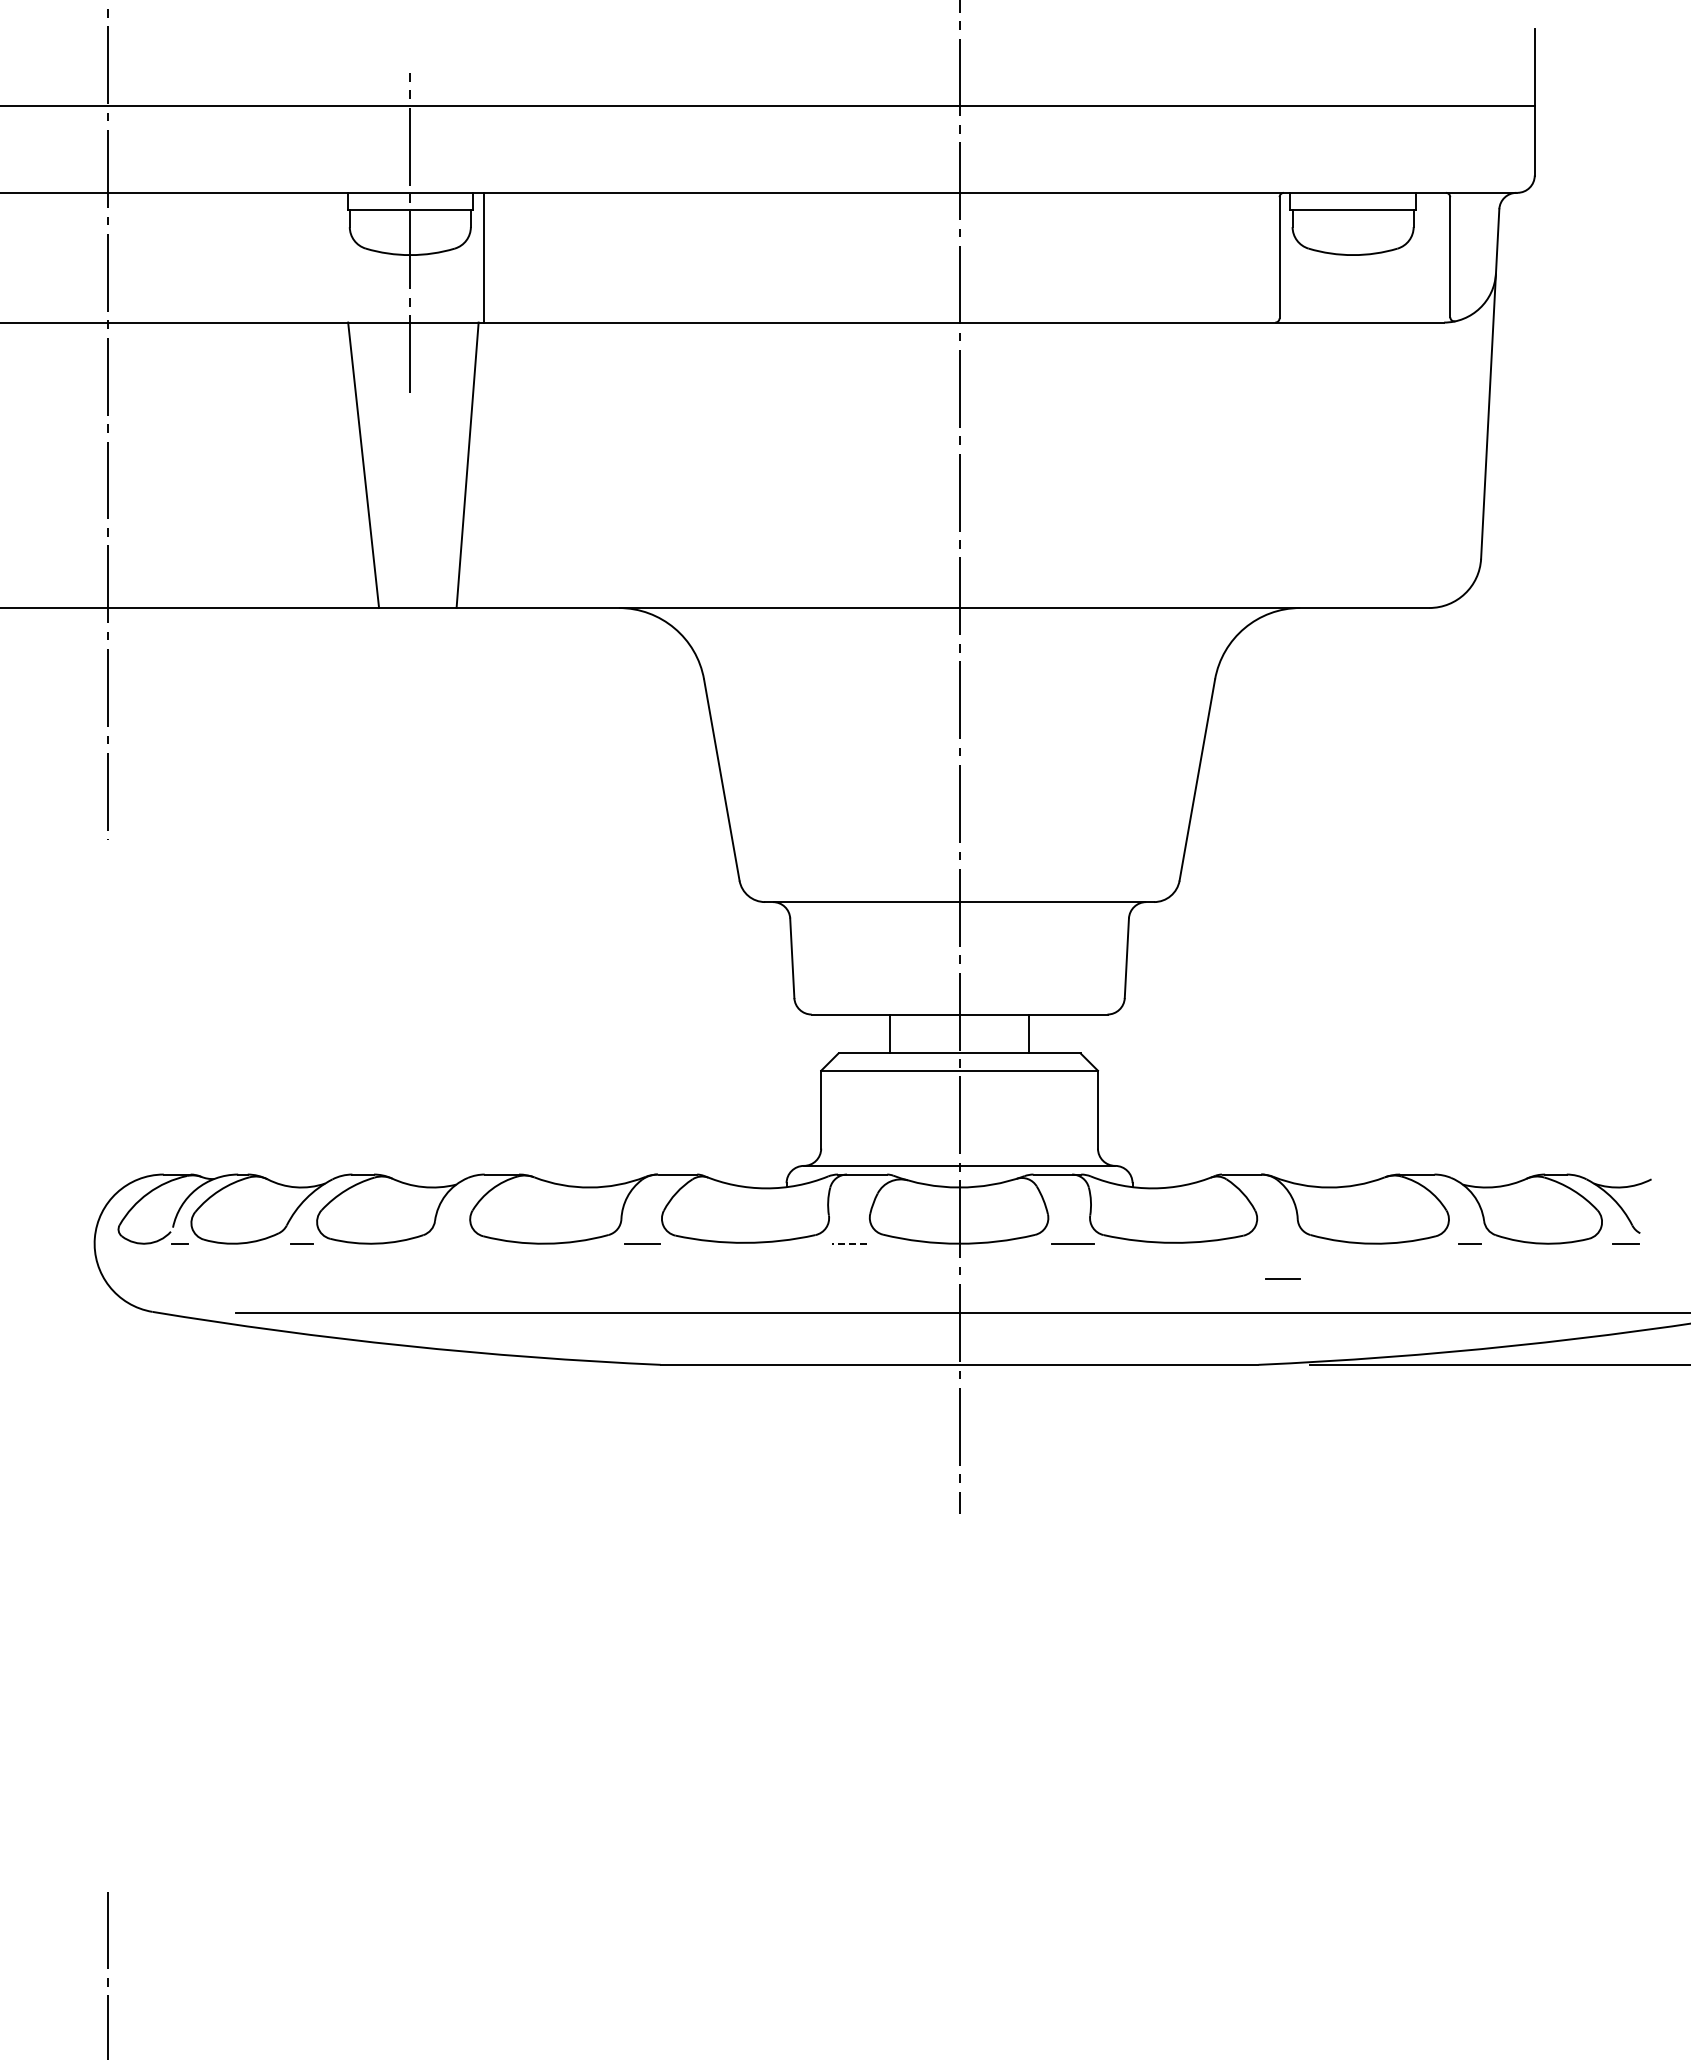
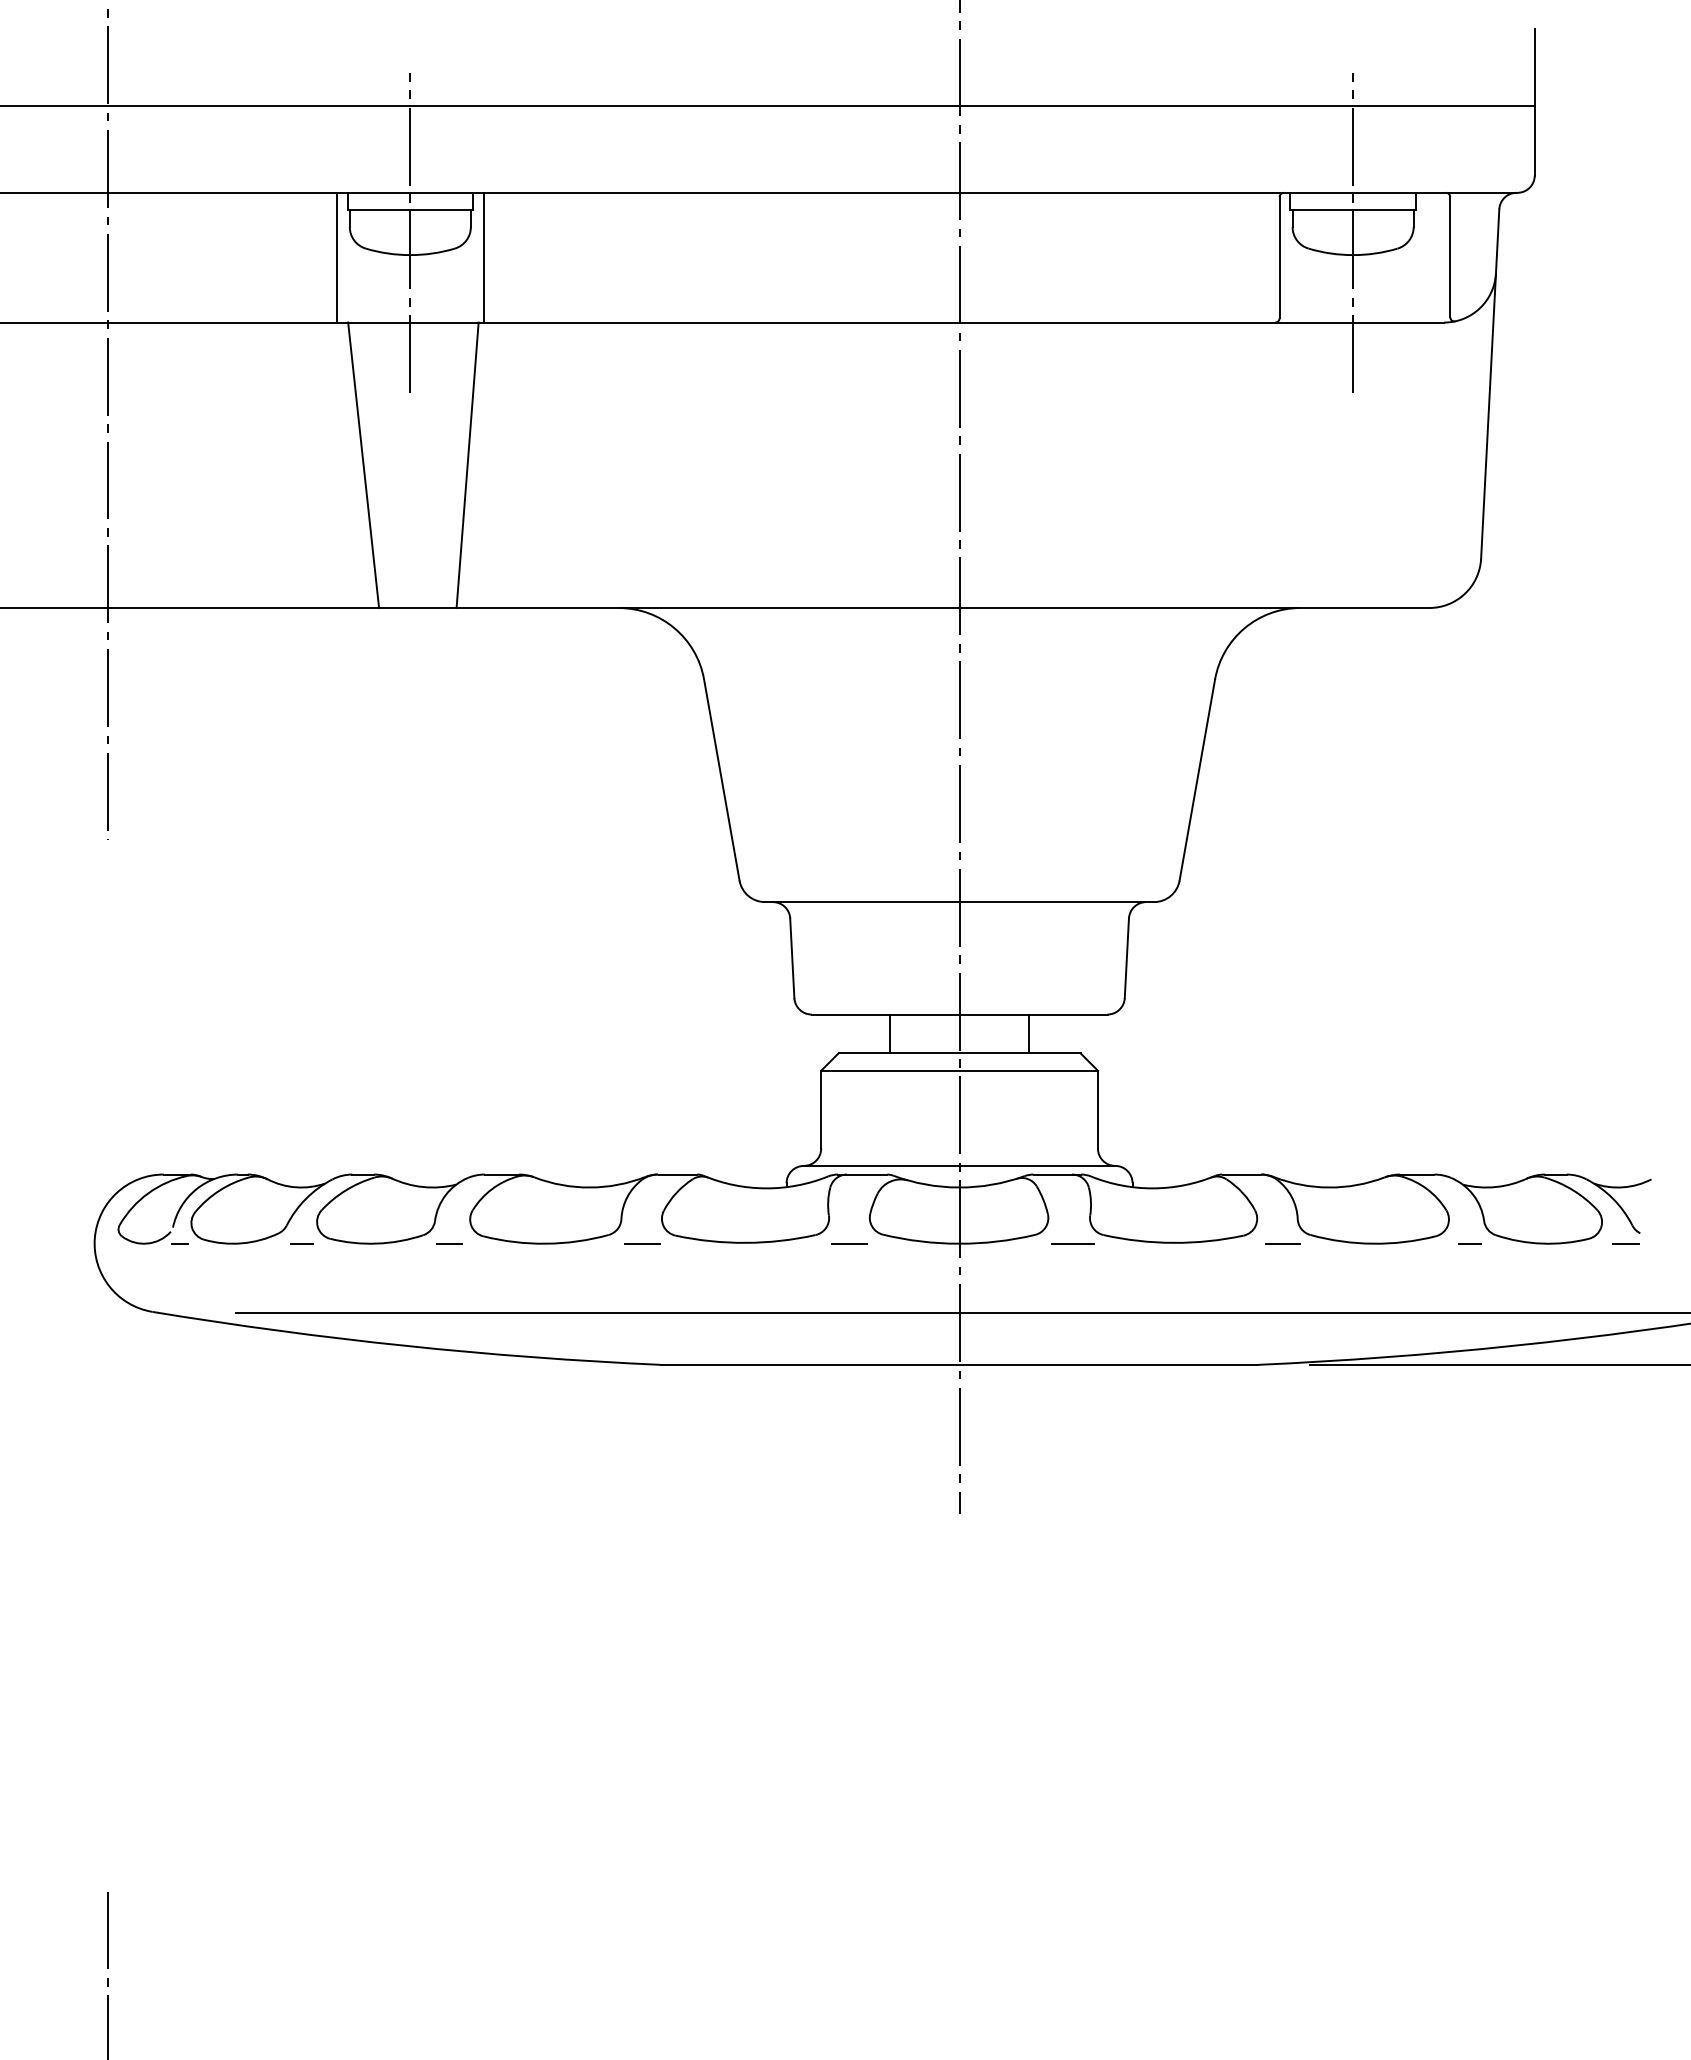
line at (1353, 233): none -> present
line at (336, 257): none -> present
line at (449, 1243): none -> present
line at (849, 1243): dashed -> solid
line at (1282, 1278) position: (1282, 1278) -> (1282, 1243)
